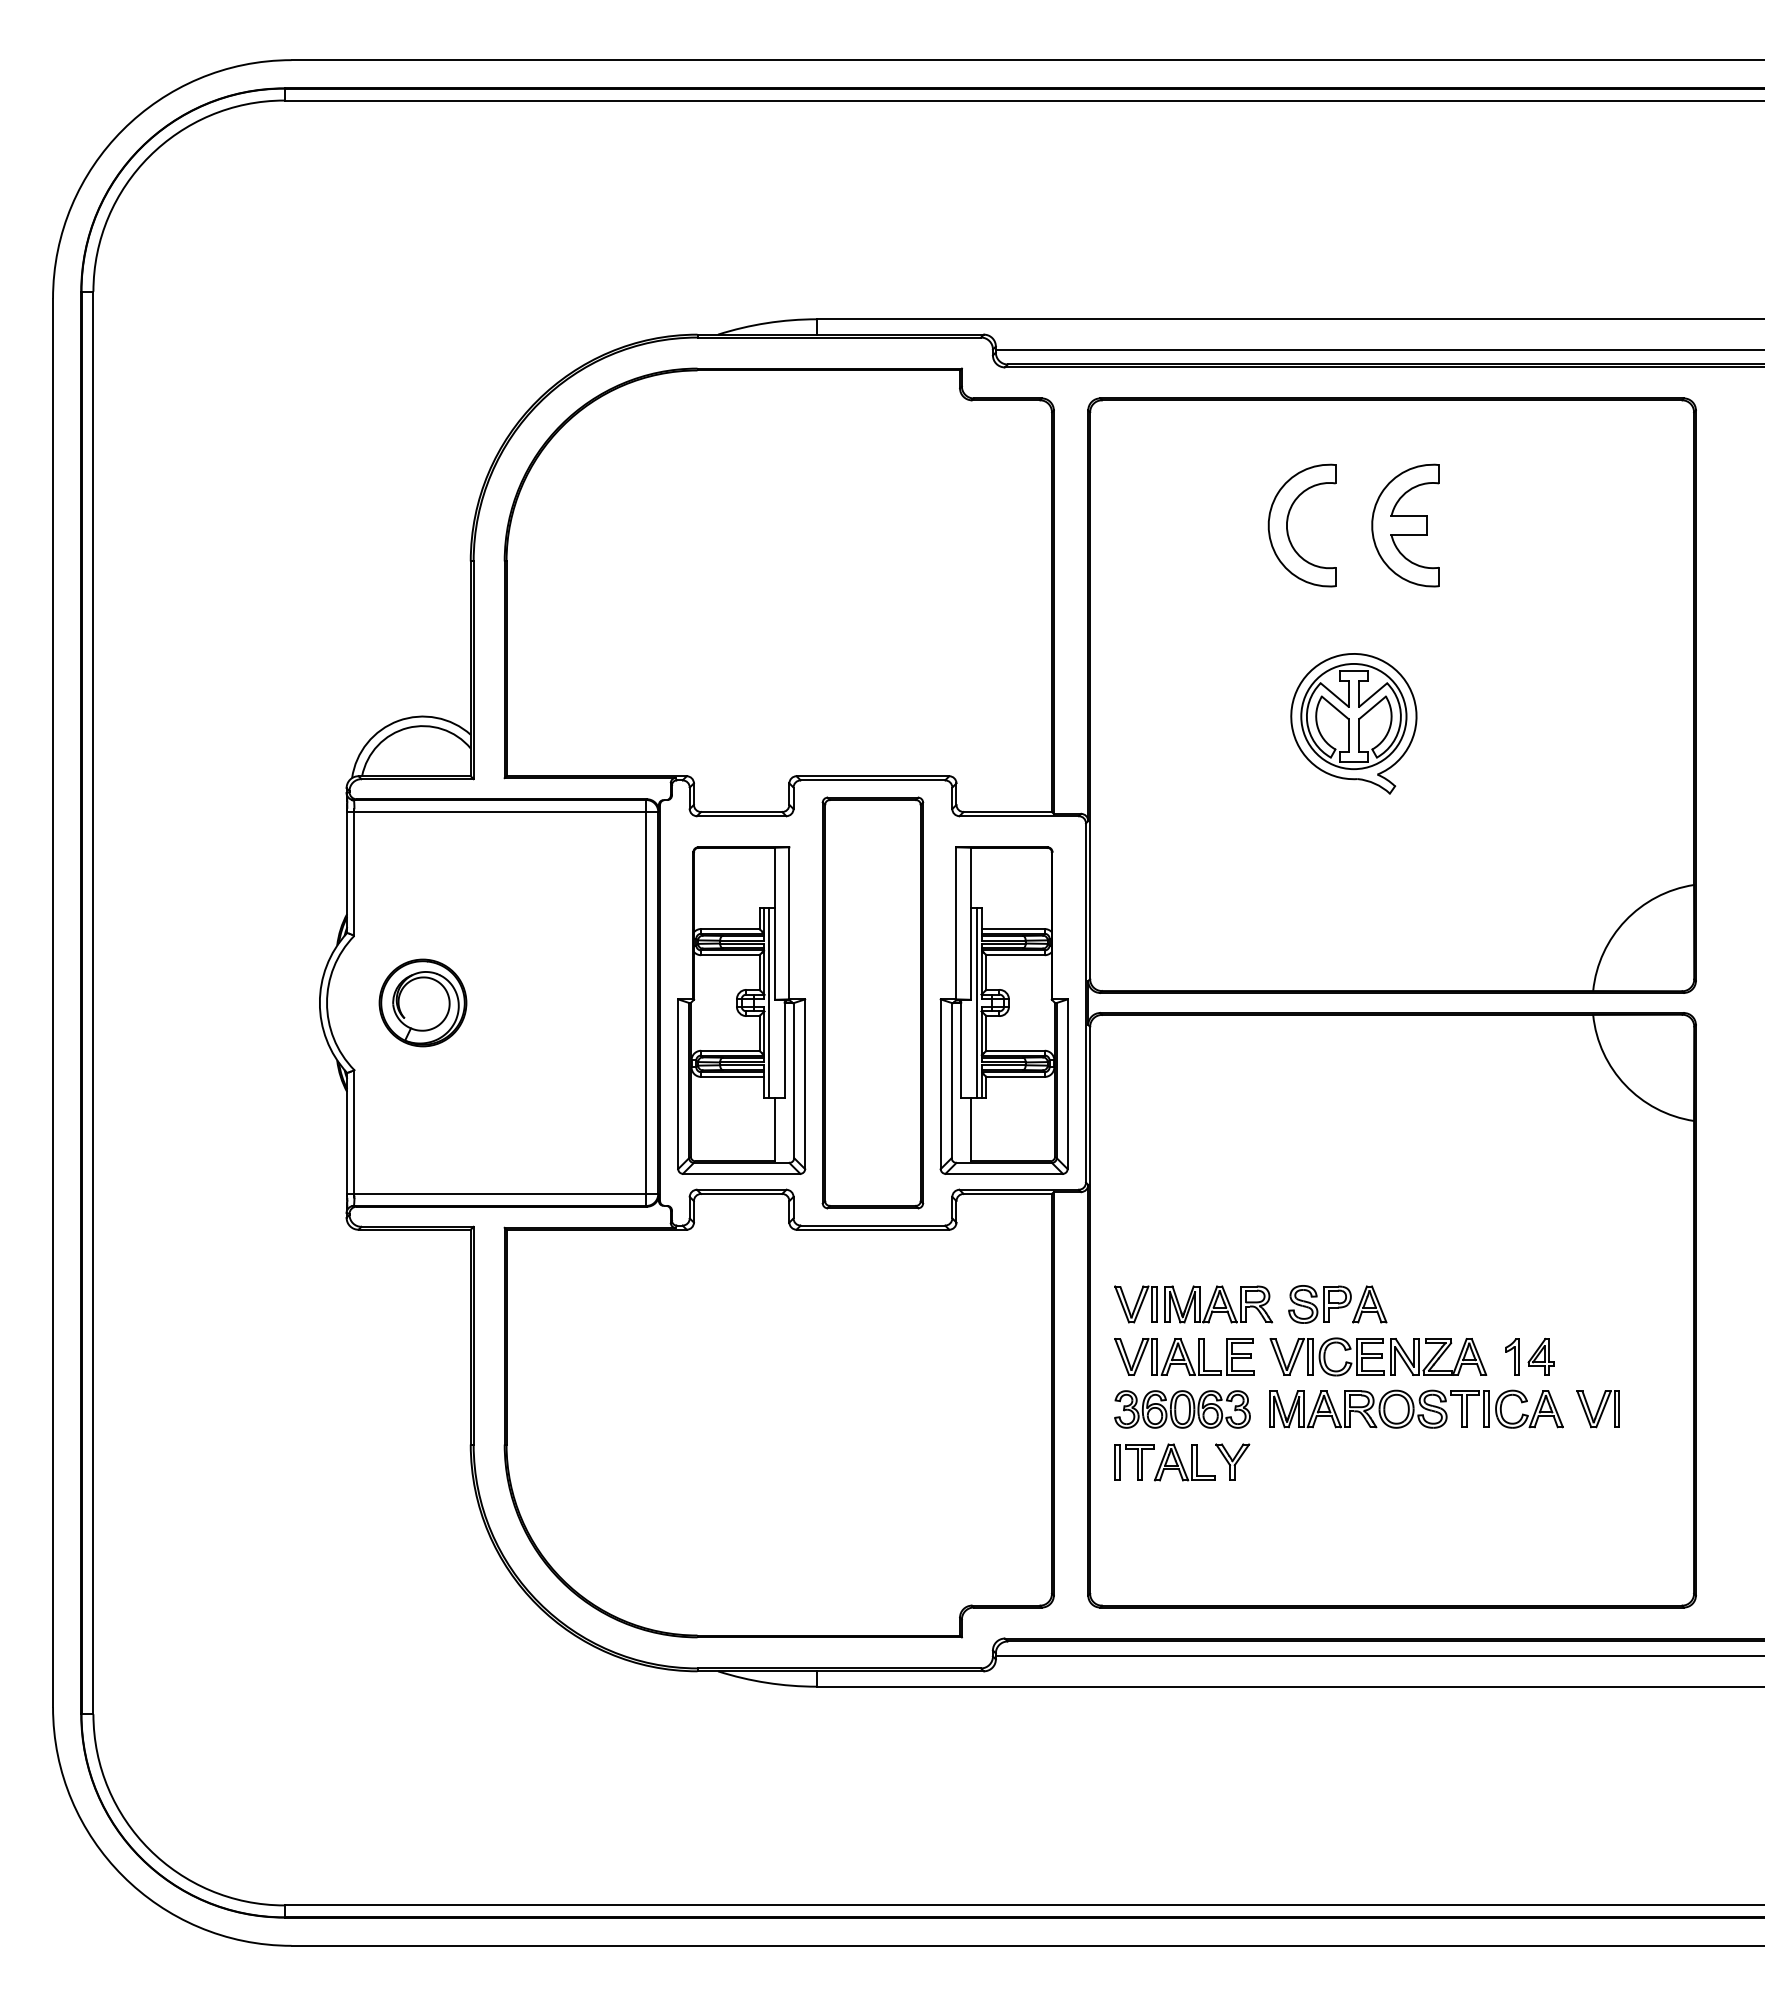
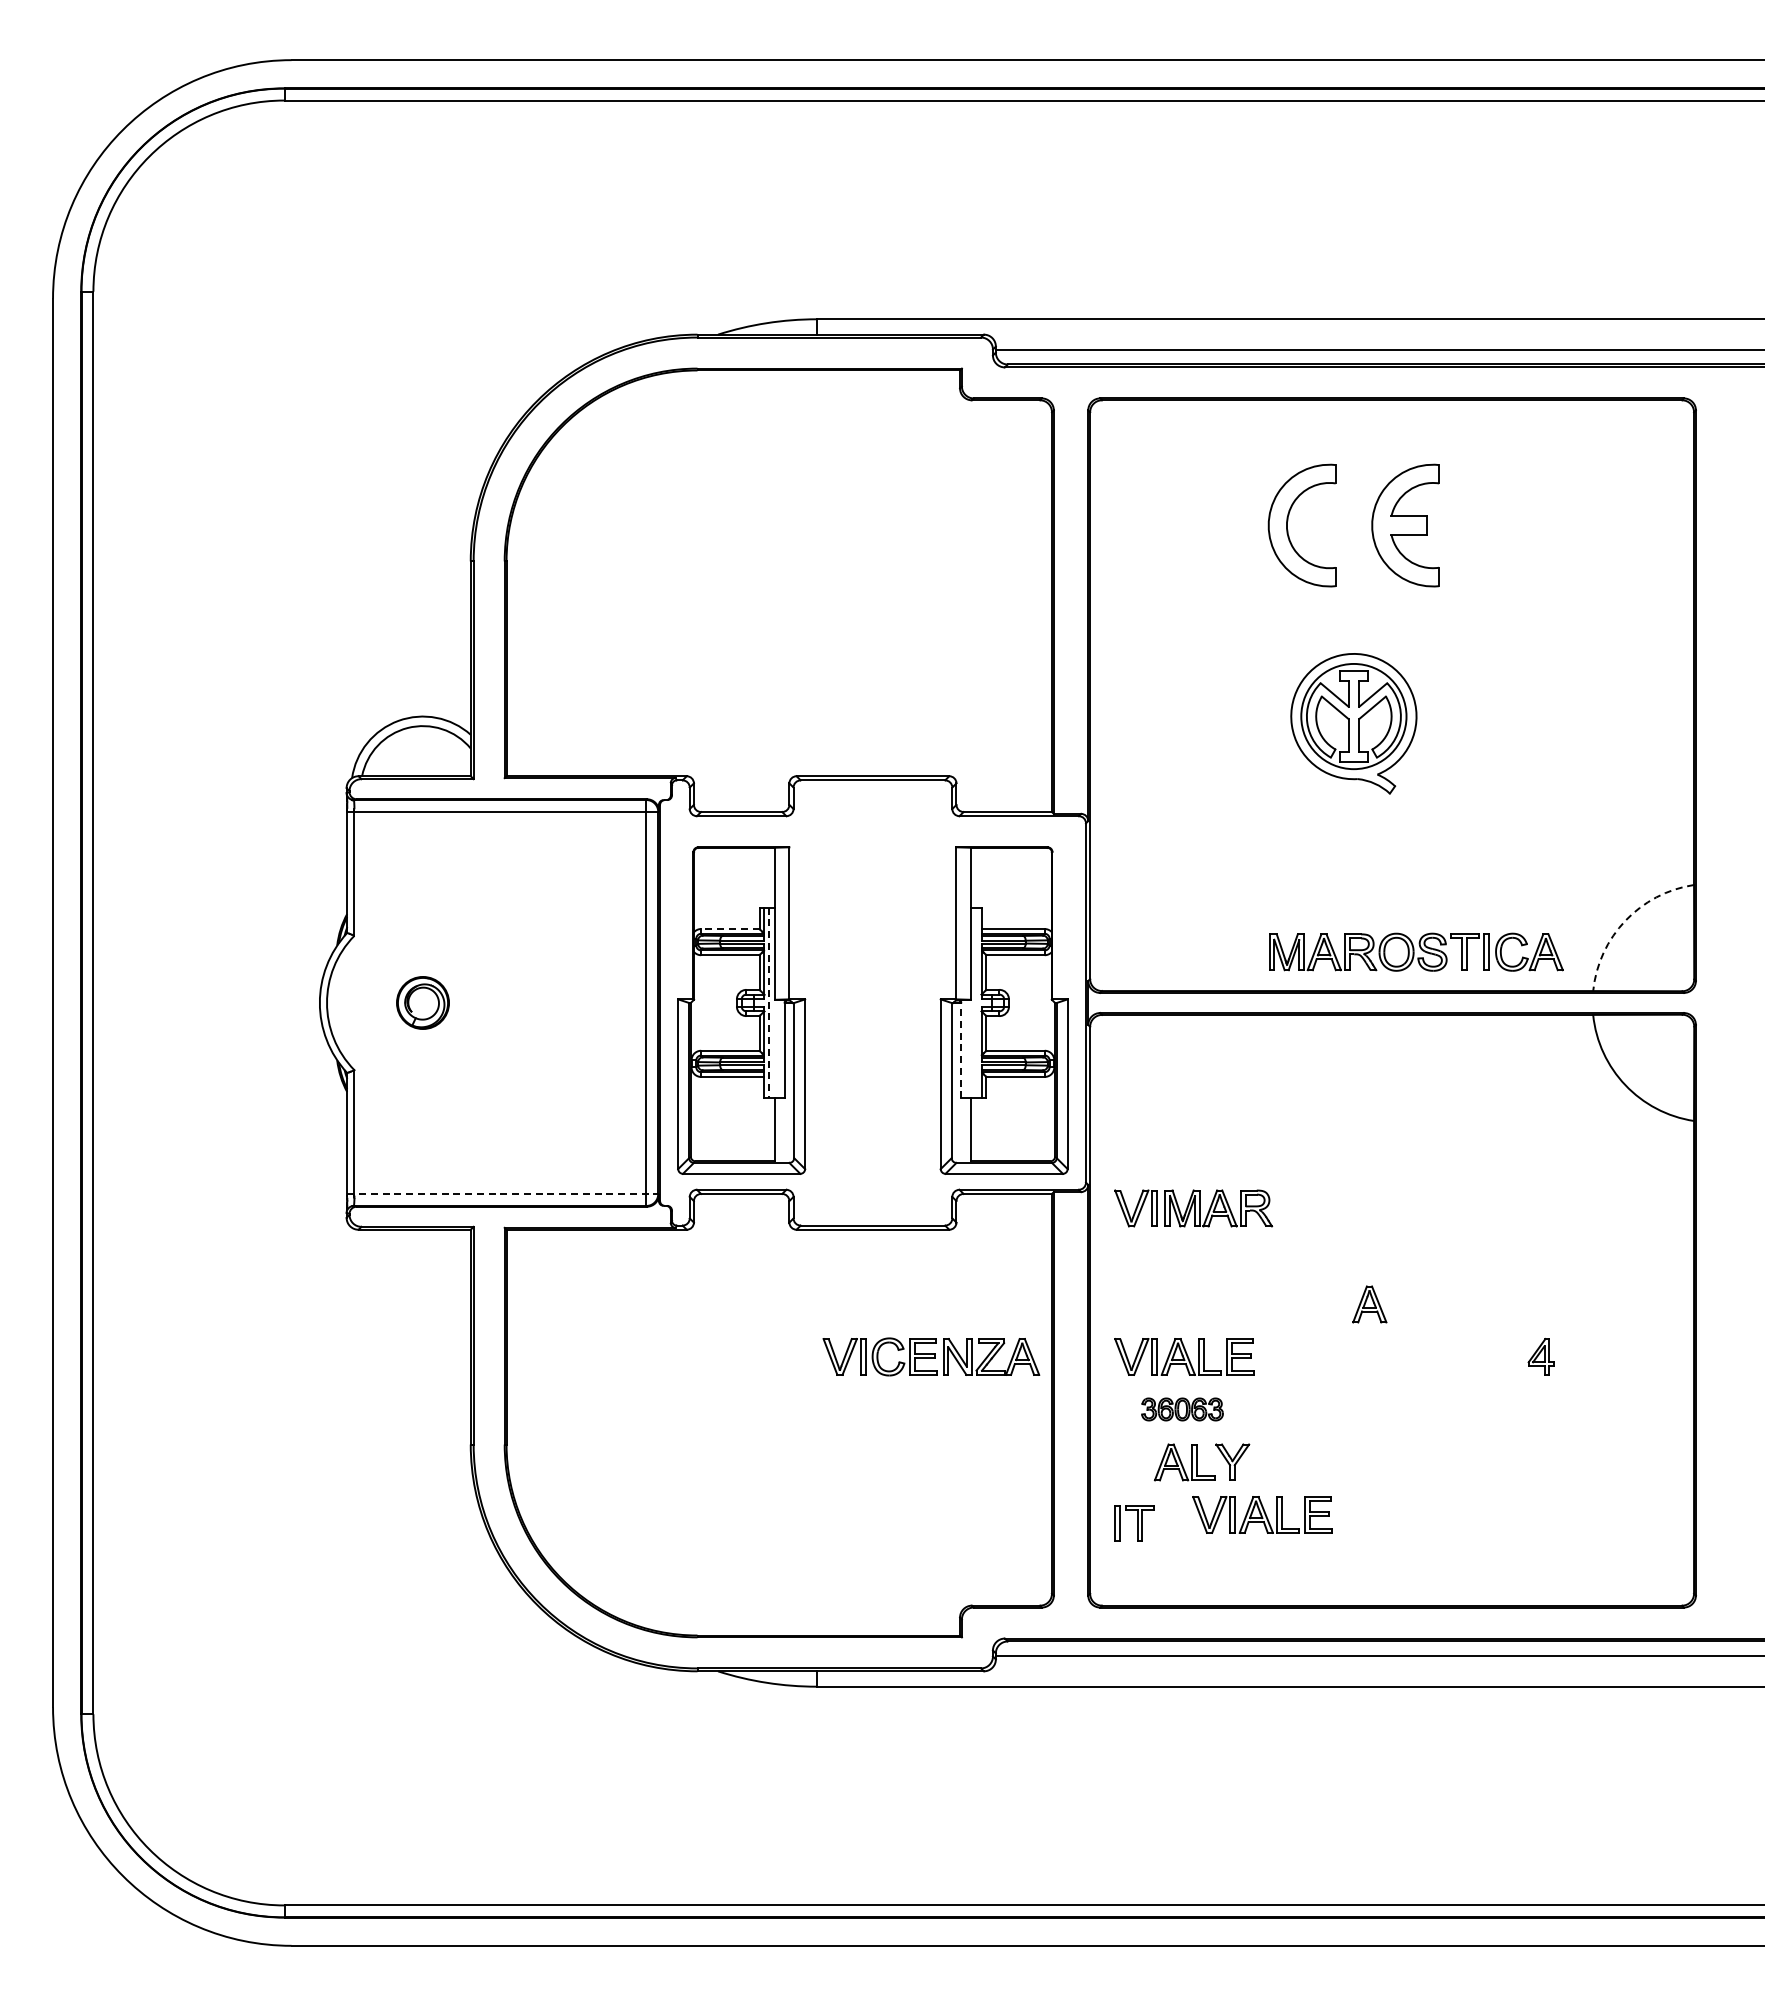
arc at (1625, 920): solid -> dashed
line at (729, 929): solid -> dashed
part at (422, 1002) size: 90x90 px -> 54x54 px
part at (872, 1002): present -> none
line at (976, 1002): present -> none
line at (769, 1003): solid -> dashed
line at (961, 1048): solid -> dashed
line at (503, 1194): solid -> dashed
part at (1193, 1304) position: (1193, 1304) -> (1193, 1208)
part at (1319, 1304): present -> none
part at (1378, 1356) position: (1378, 1356) -> (931, 1356)
part at (1512, 1356): present -> none
part at (1416, 1408) position: (1416, 1408) -> (1416, 951)
part at (1182, 1409) size: 137x39 px -> 83x25 px
part at (1597, 1409): present -> none
part at (1134, 1462) position: (1134, 1462) -> (1134, 1523)
part at (1262, 1514): none -> present
